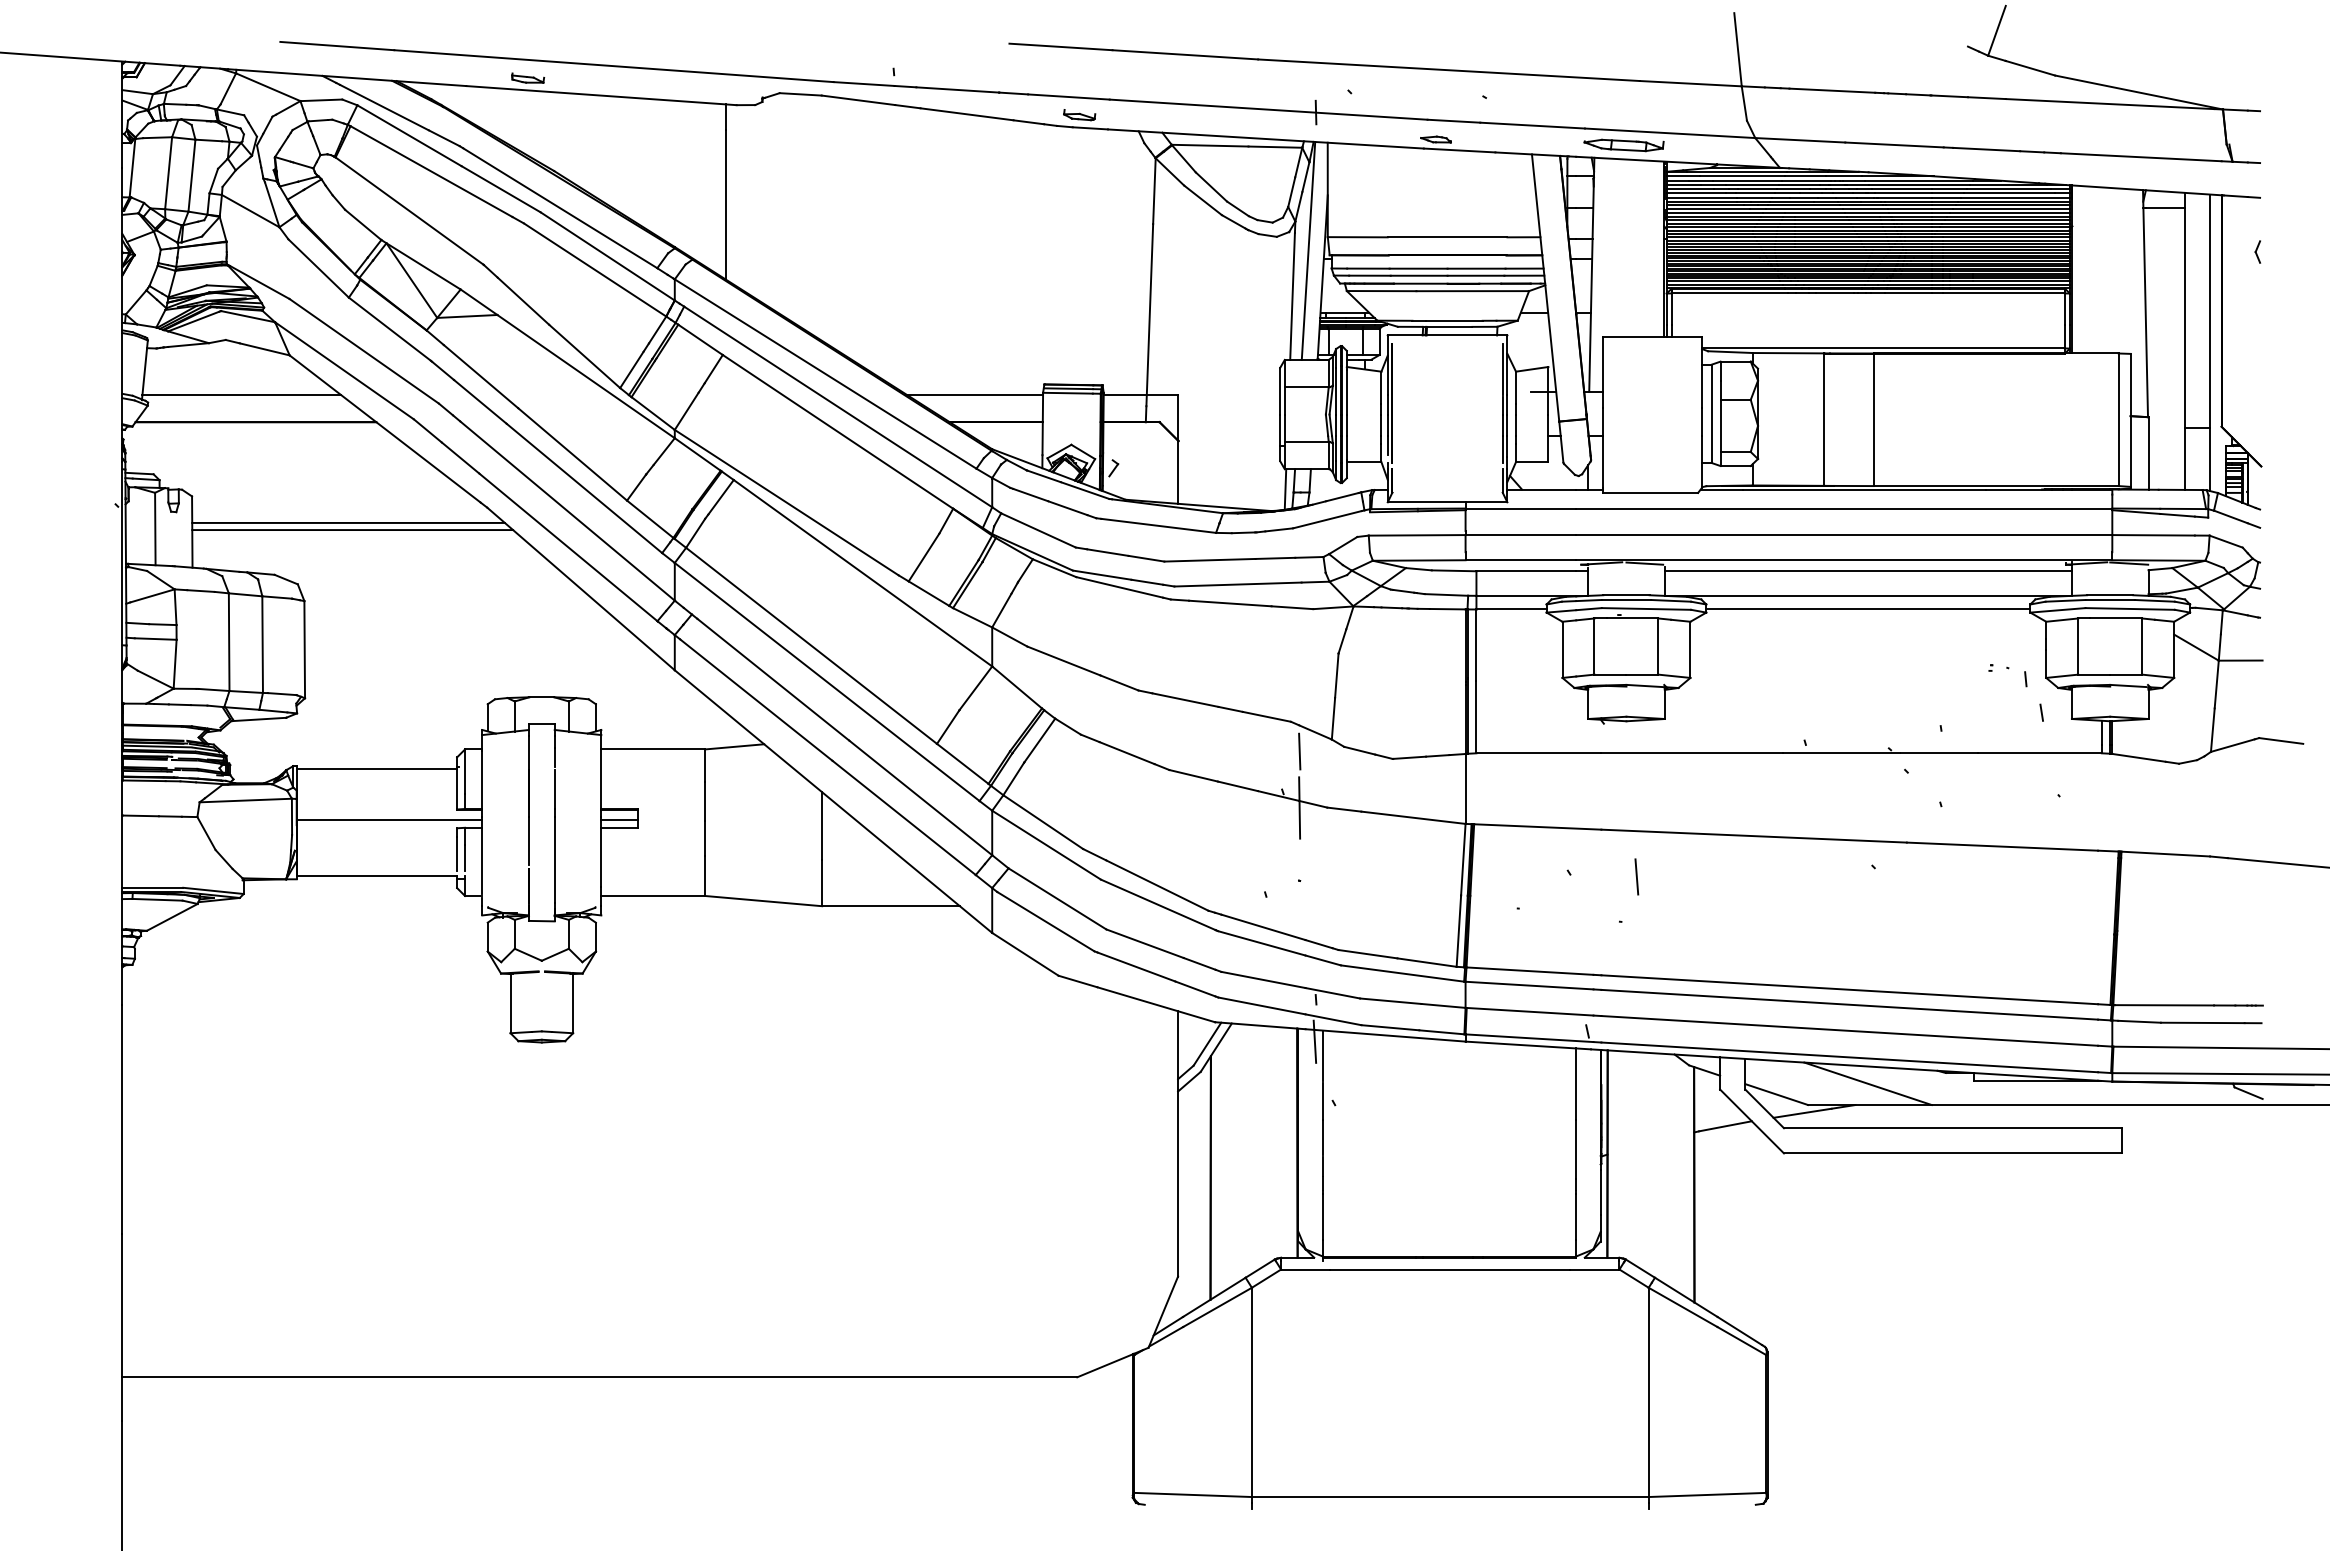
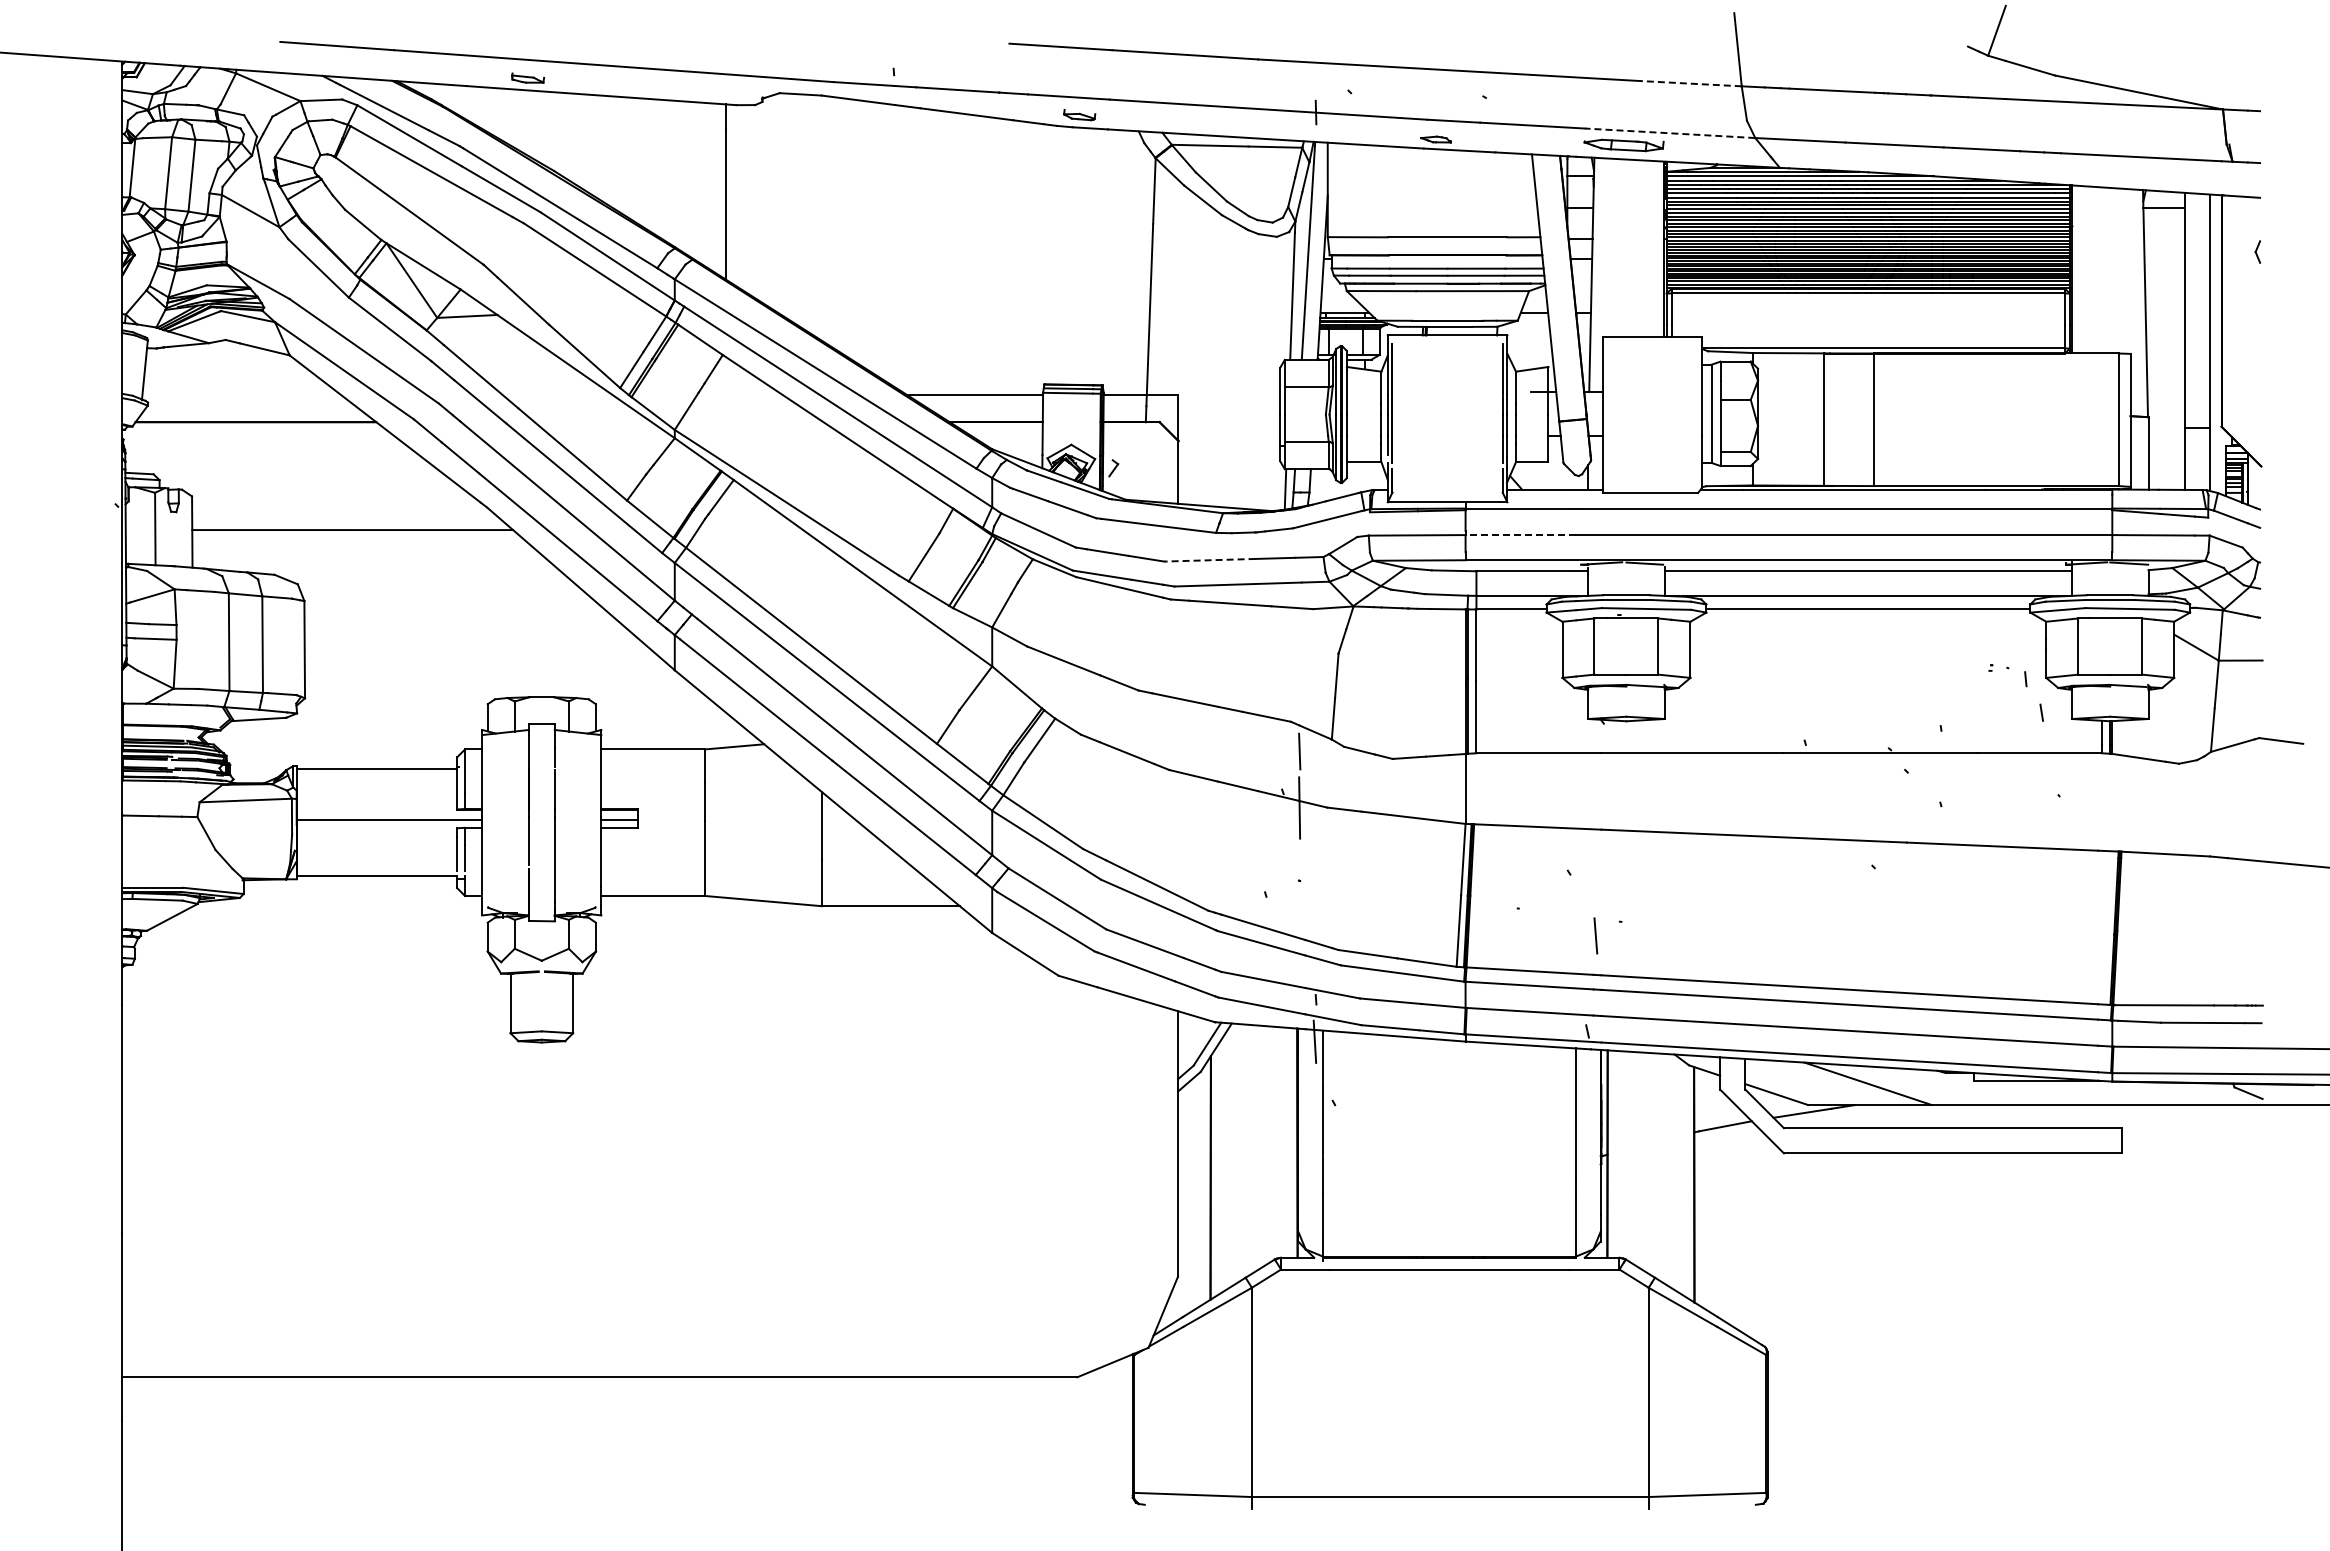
line at (1690, 83): solid -> dashed
line at (1669, 133): solid -> dashed
line at (241, 395): present -> none
line at (348, 522): present -> none
line at (1520, 535): solid -> dashed
line at (1209, 560): solid -> dashed
line at (1636, 876) position: (1636, 876) -> (1595, 935)
